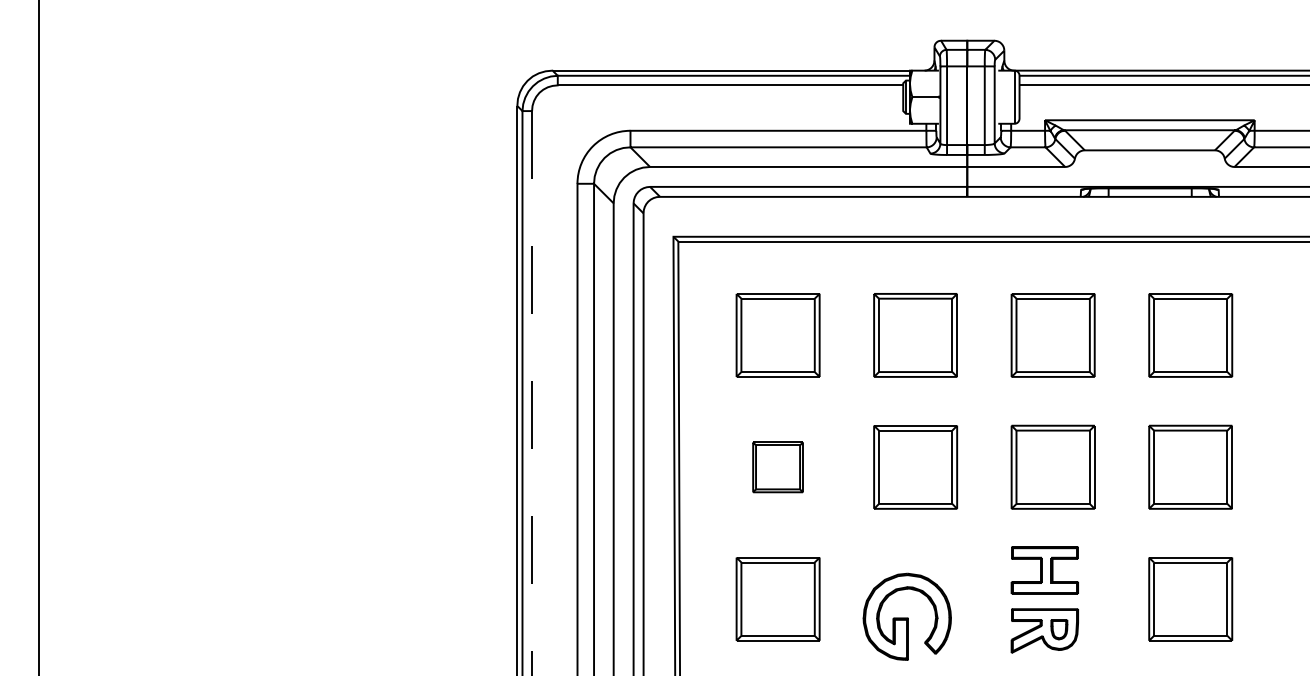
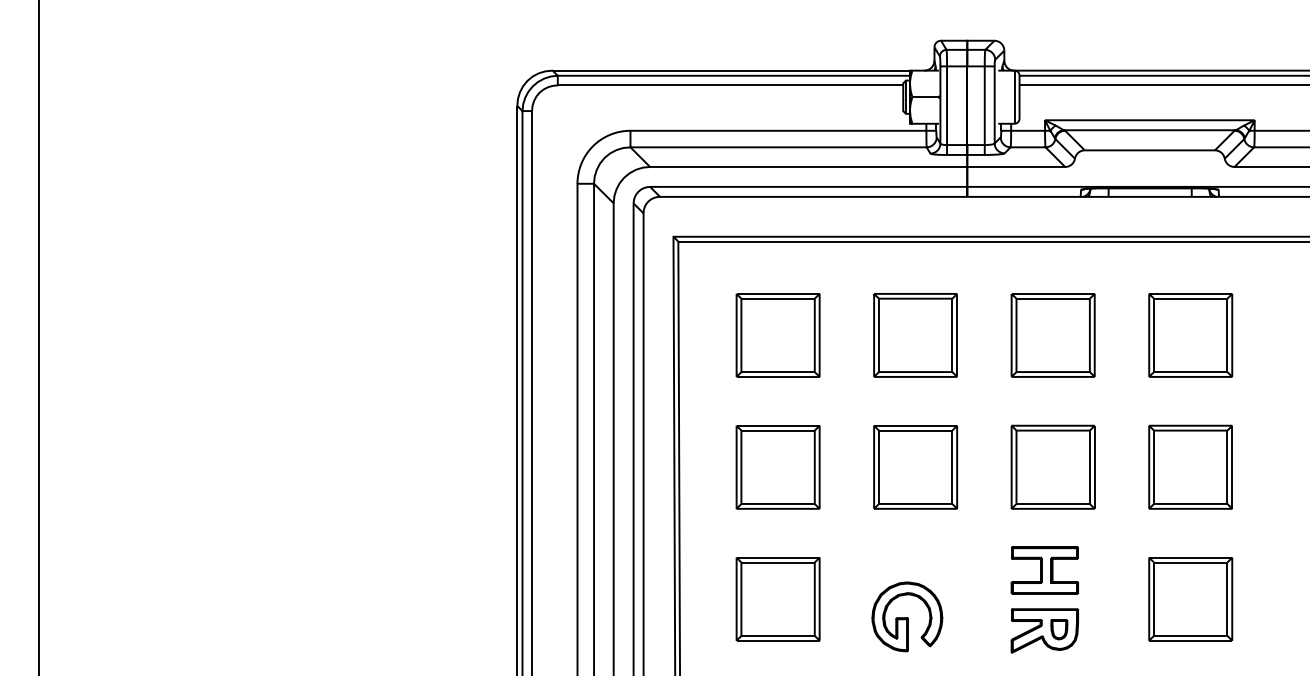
line at (532, 393): dashed -> solid
part at (777, 467) size: 52x53 px -> 86x85 px
part at (906, 616) size: 90x89 px -> 73x72 px
